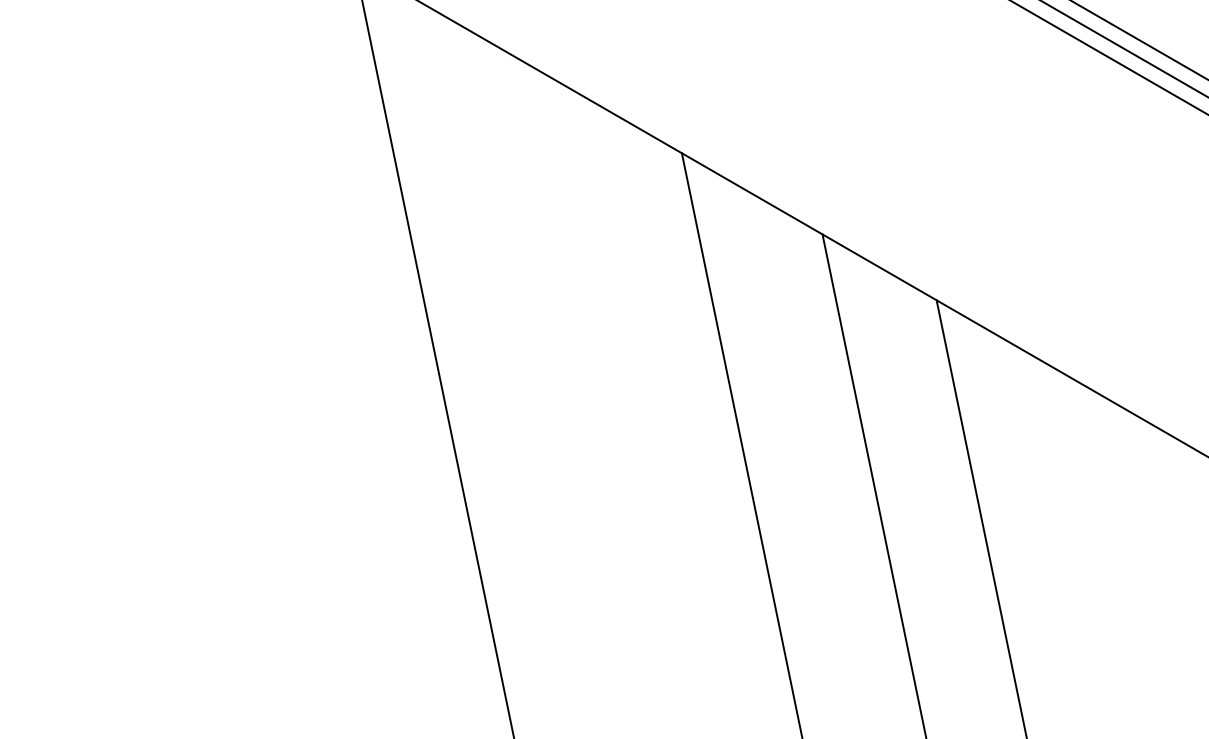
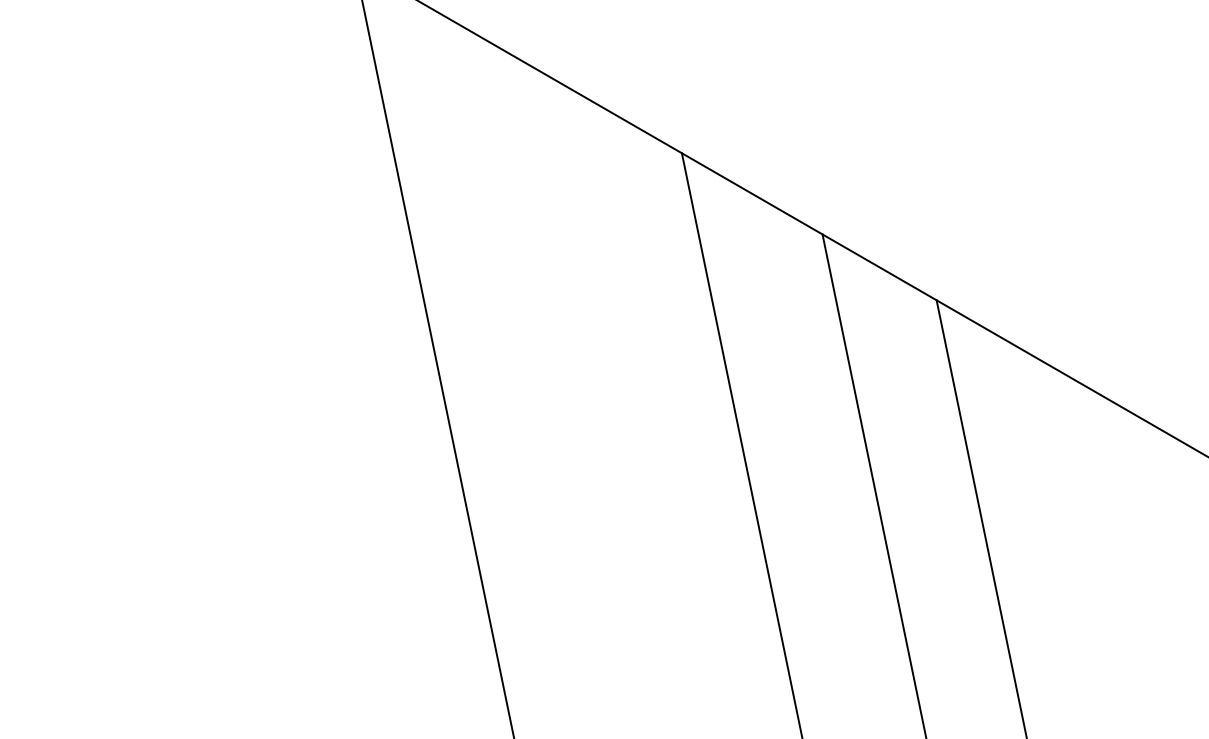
line at (1139, 40): present -> none
line at (1124, 48): present -> none
line at (1109, 57): present -> none
